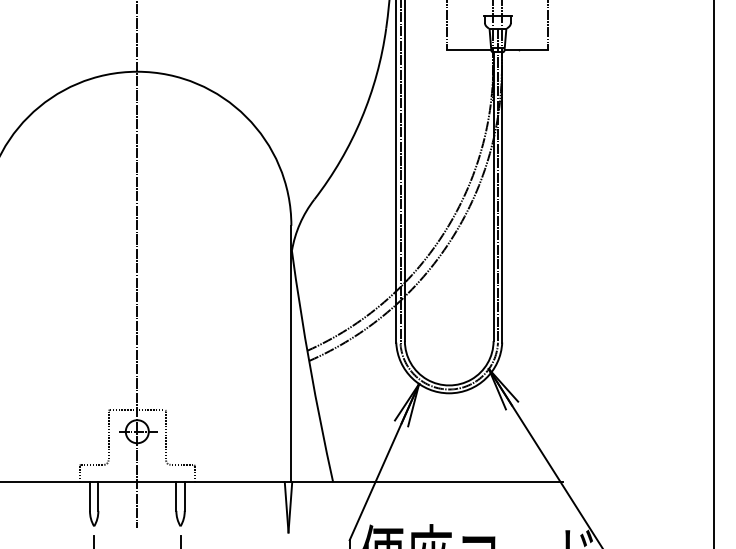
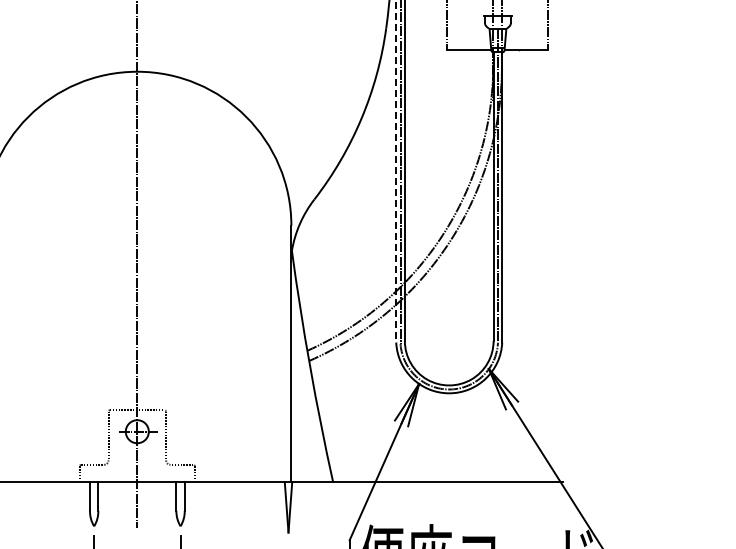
line at (396, 171): solid -> dashed
line at (713, 273): present -> none
